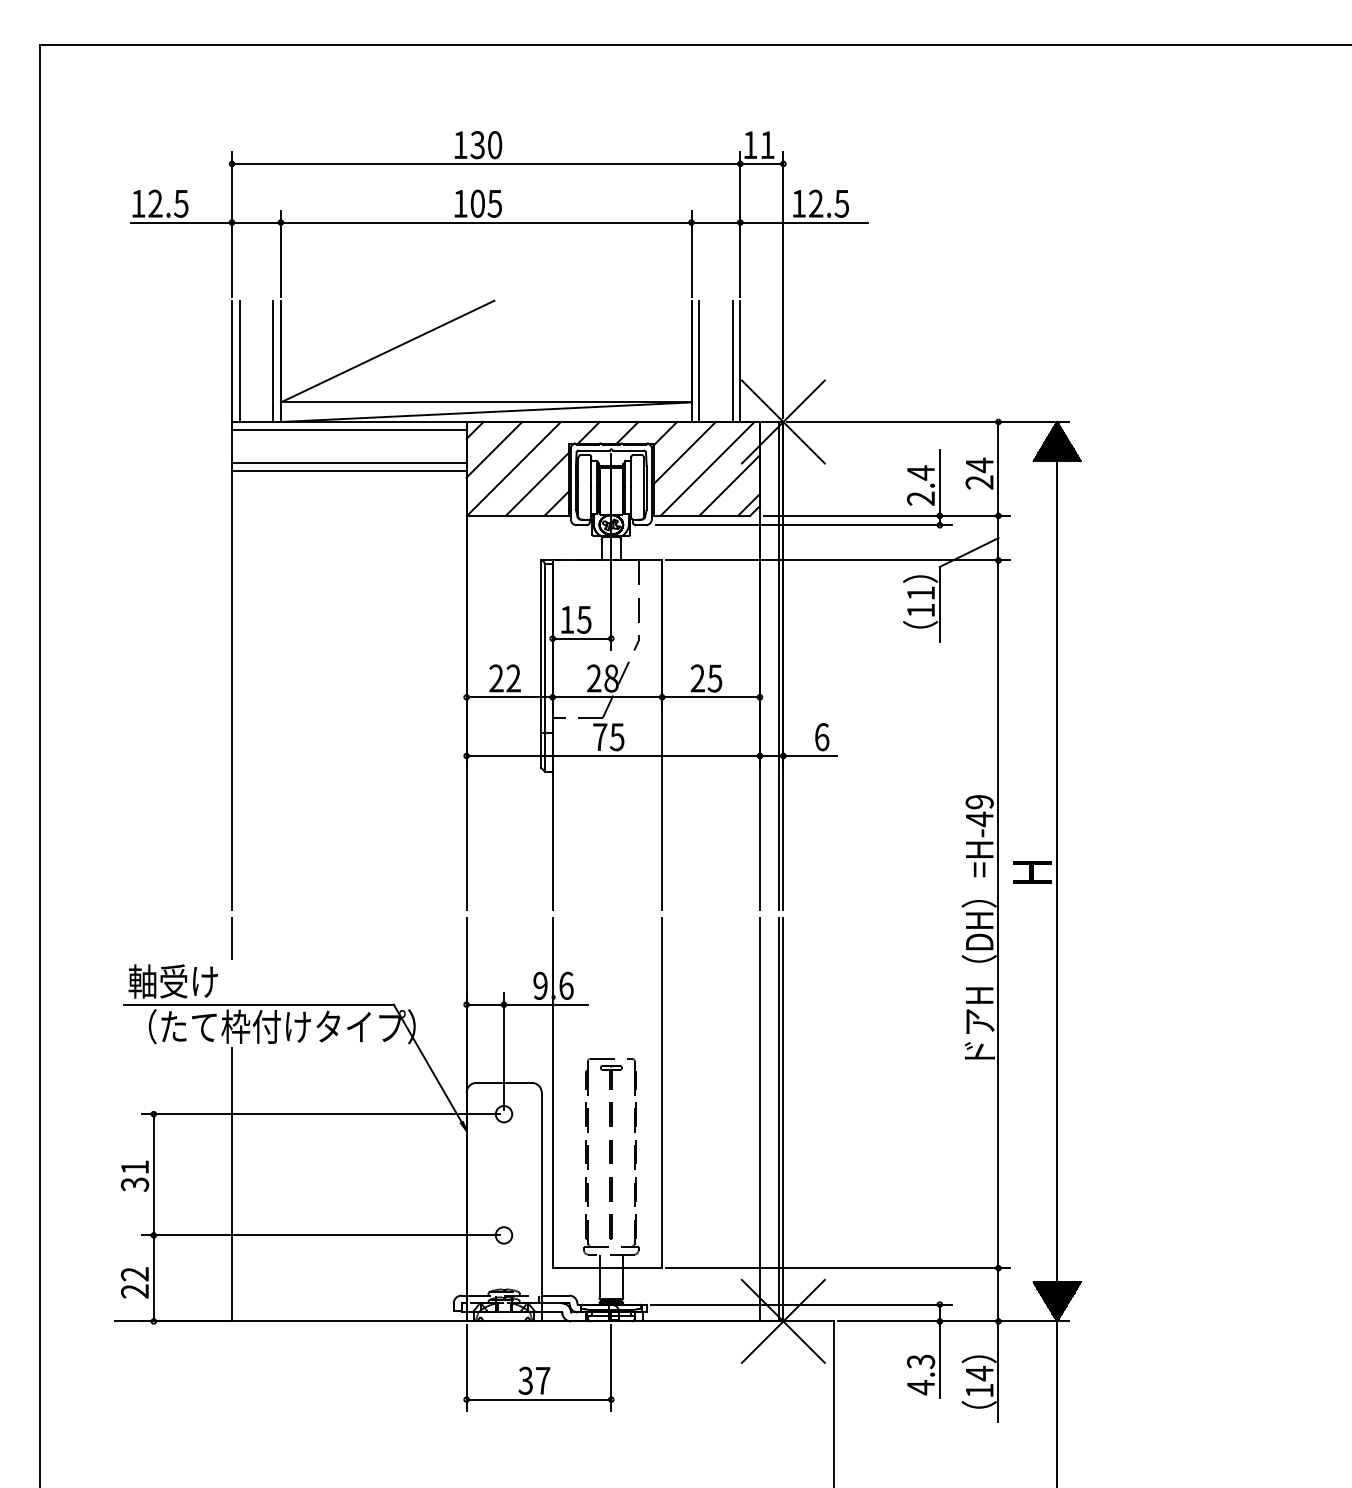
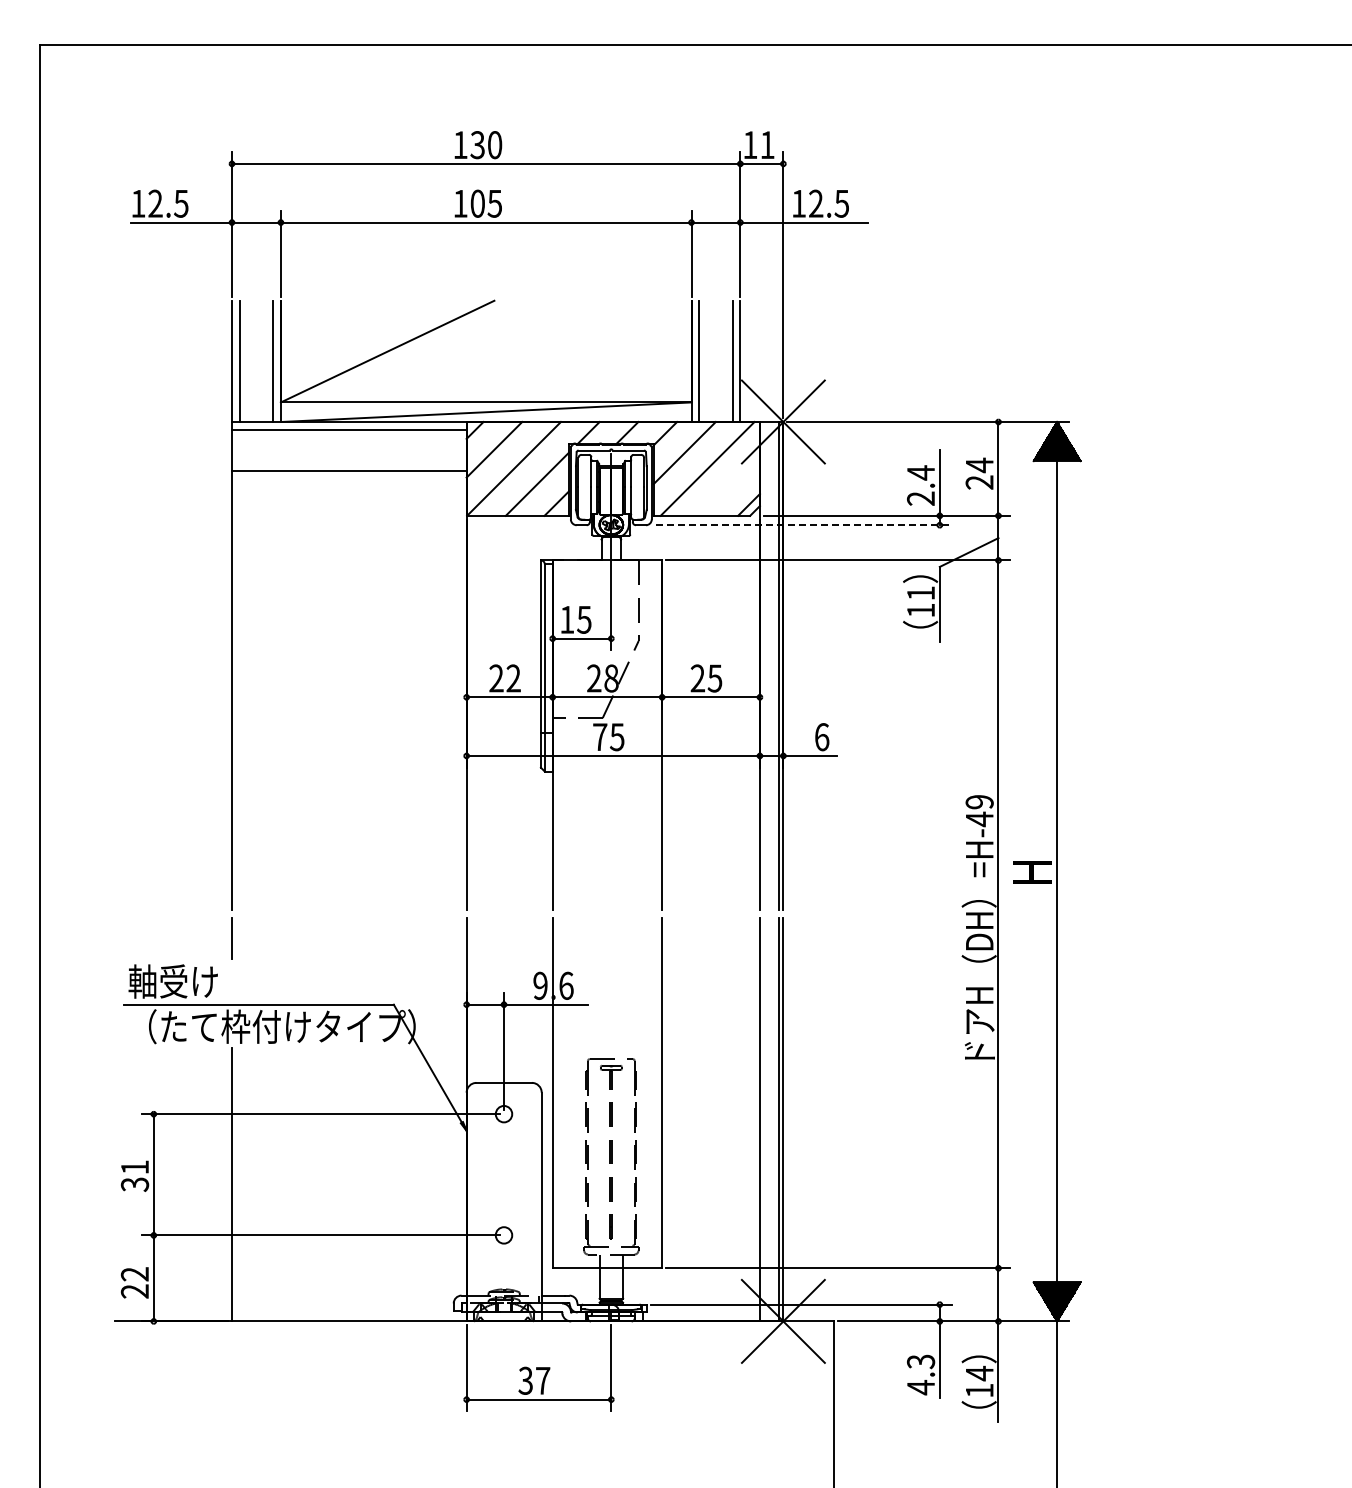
line at (349, 463): present -> none
line at (729, 485): present -> none
line at (803, 525): solid -> dashed
